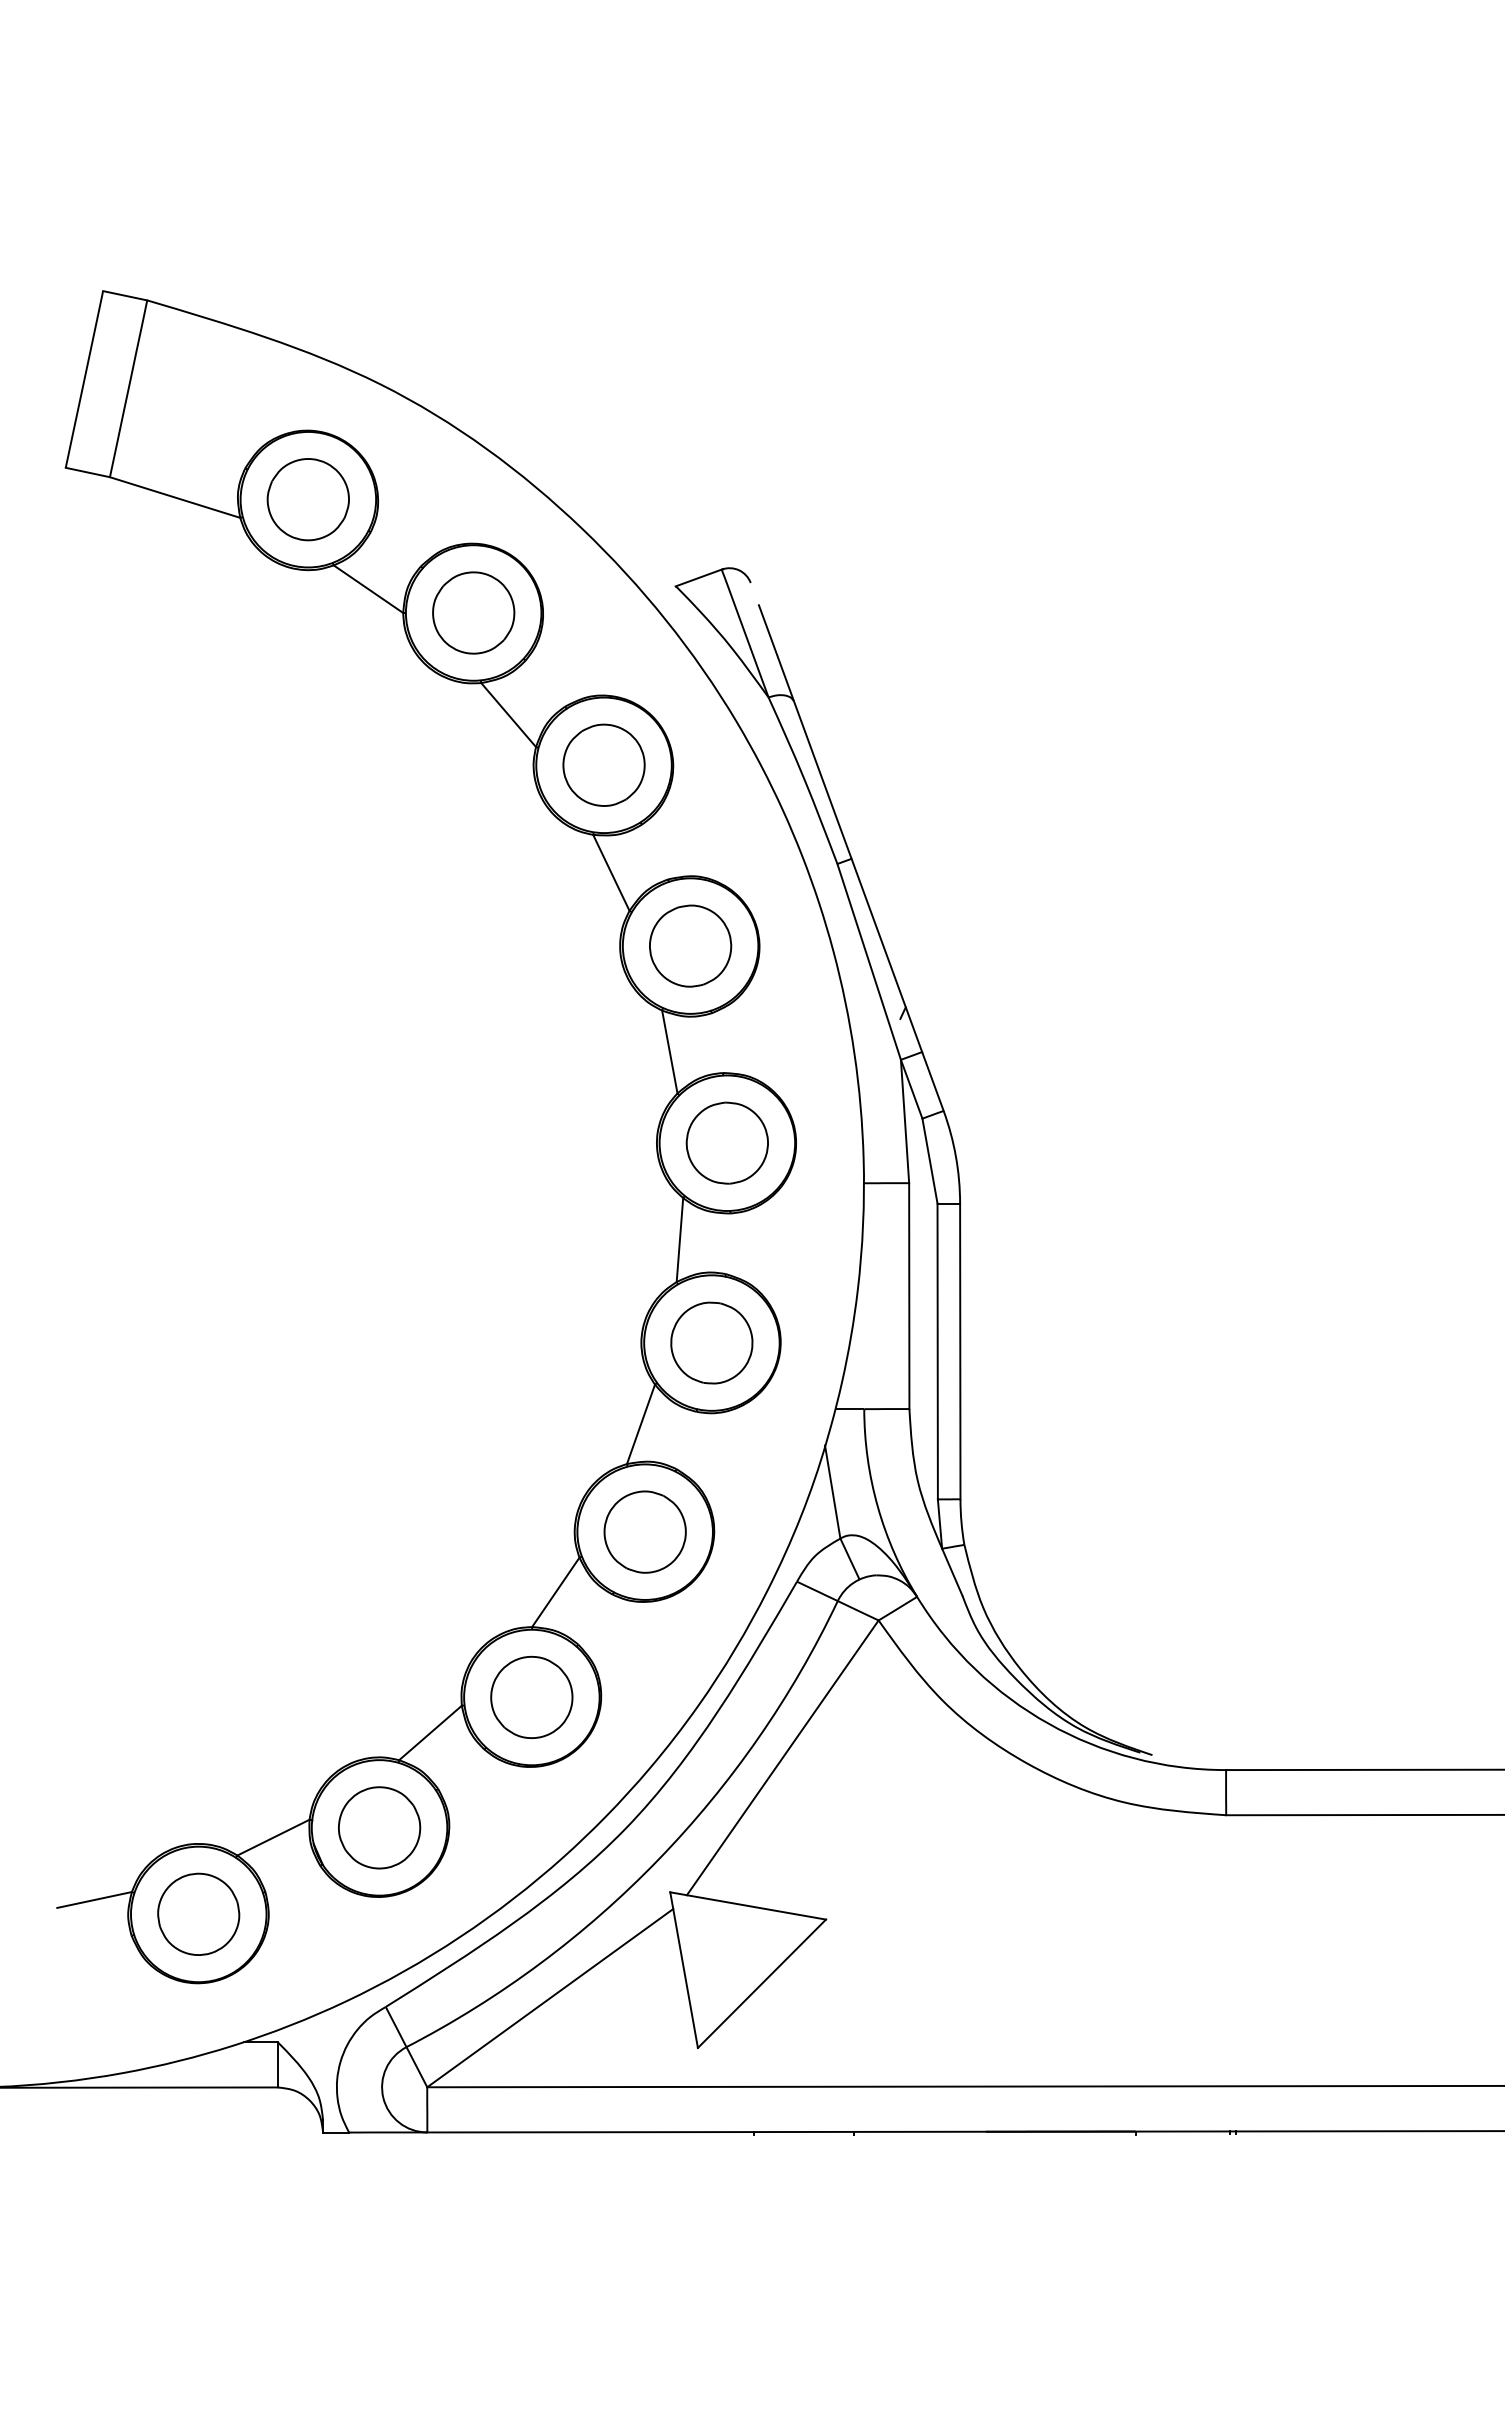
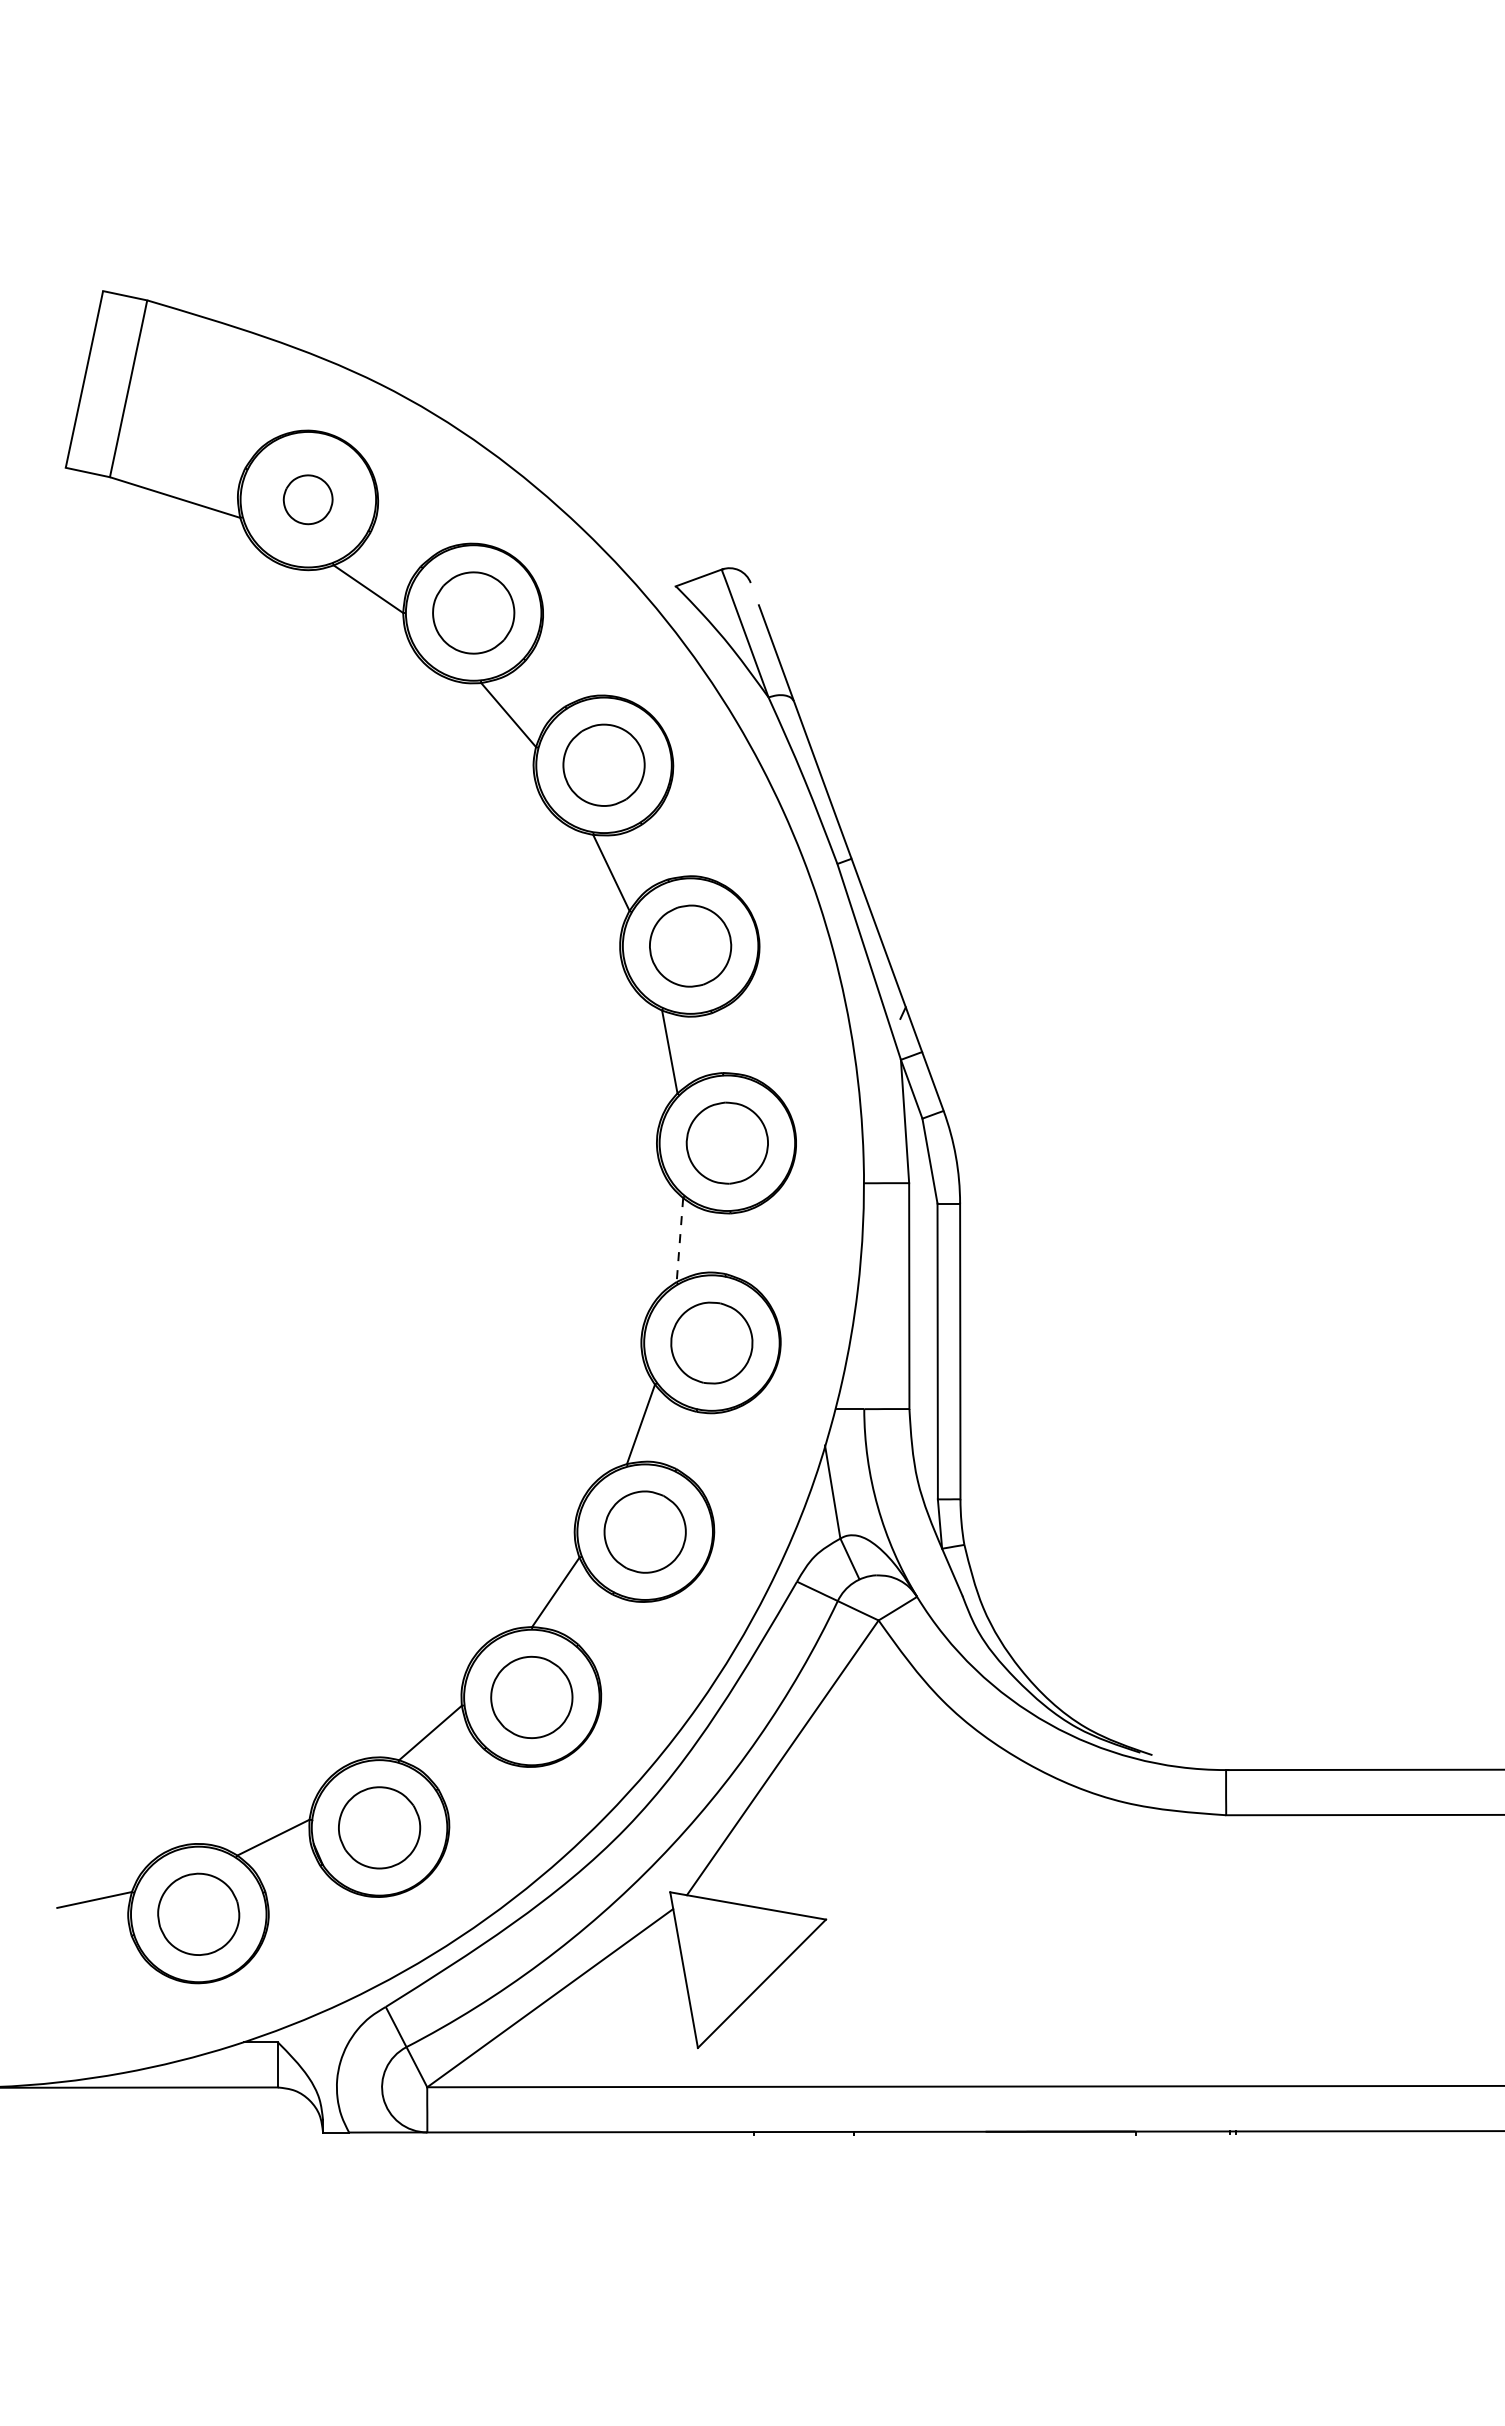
part at (307, 499) size: 84x84 px -> 52x52 px
line at (679, 1240): solid -> dashed
